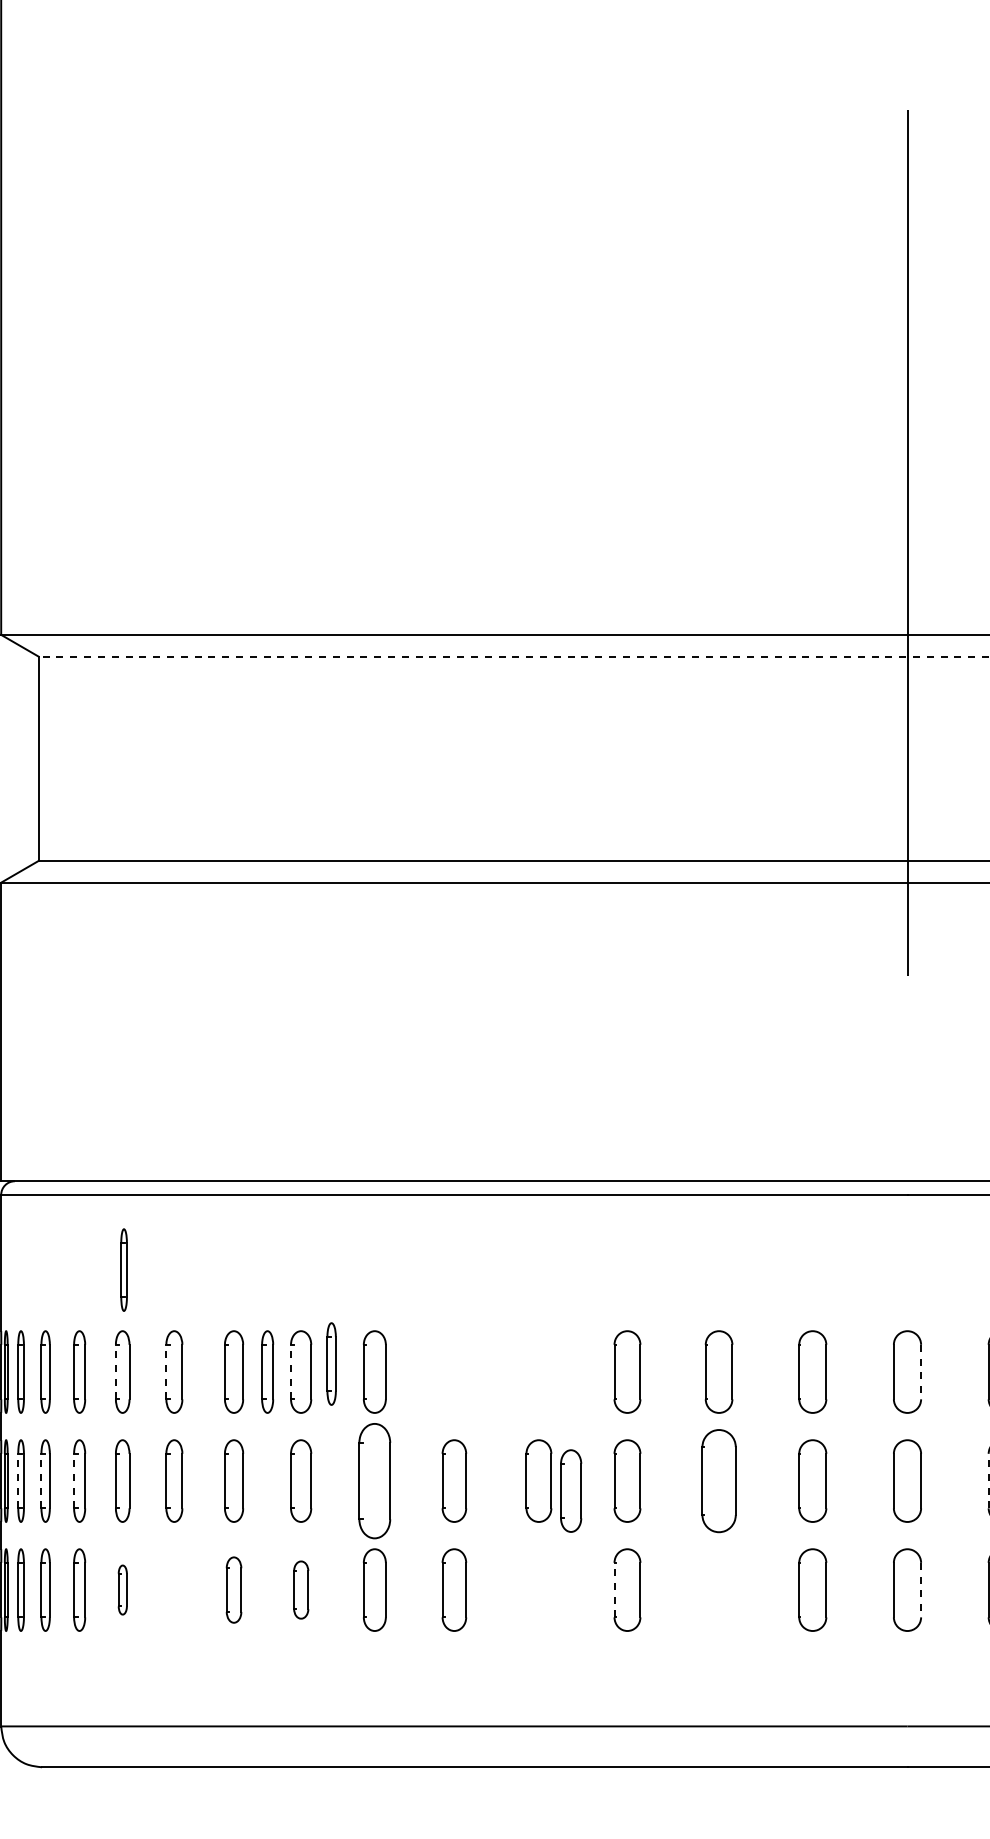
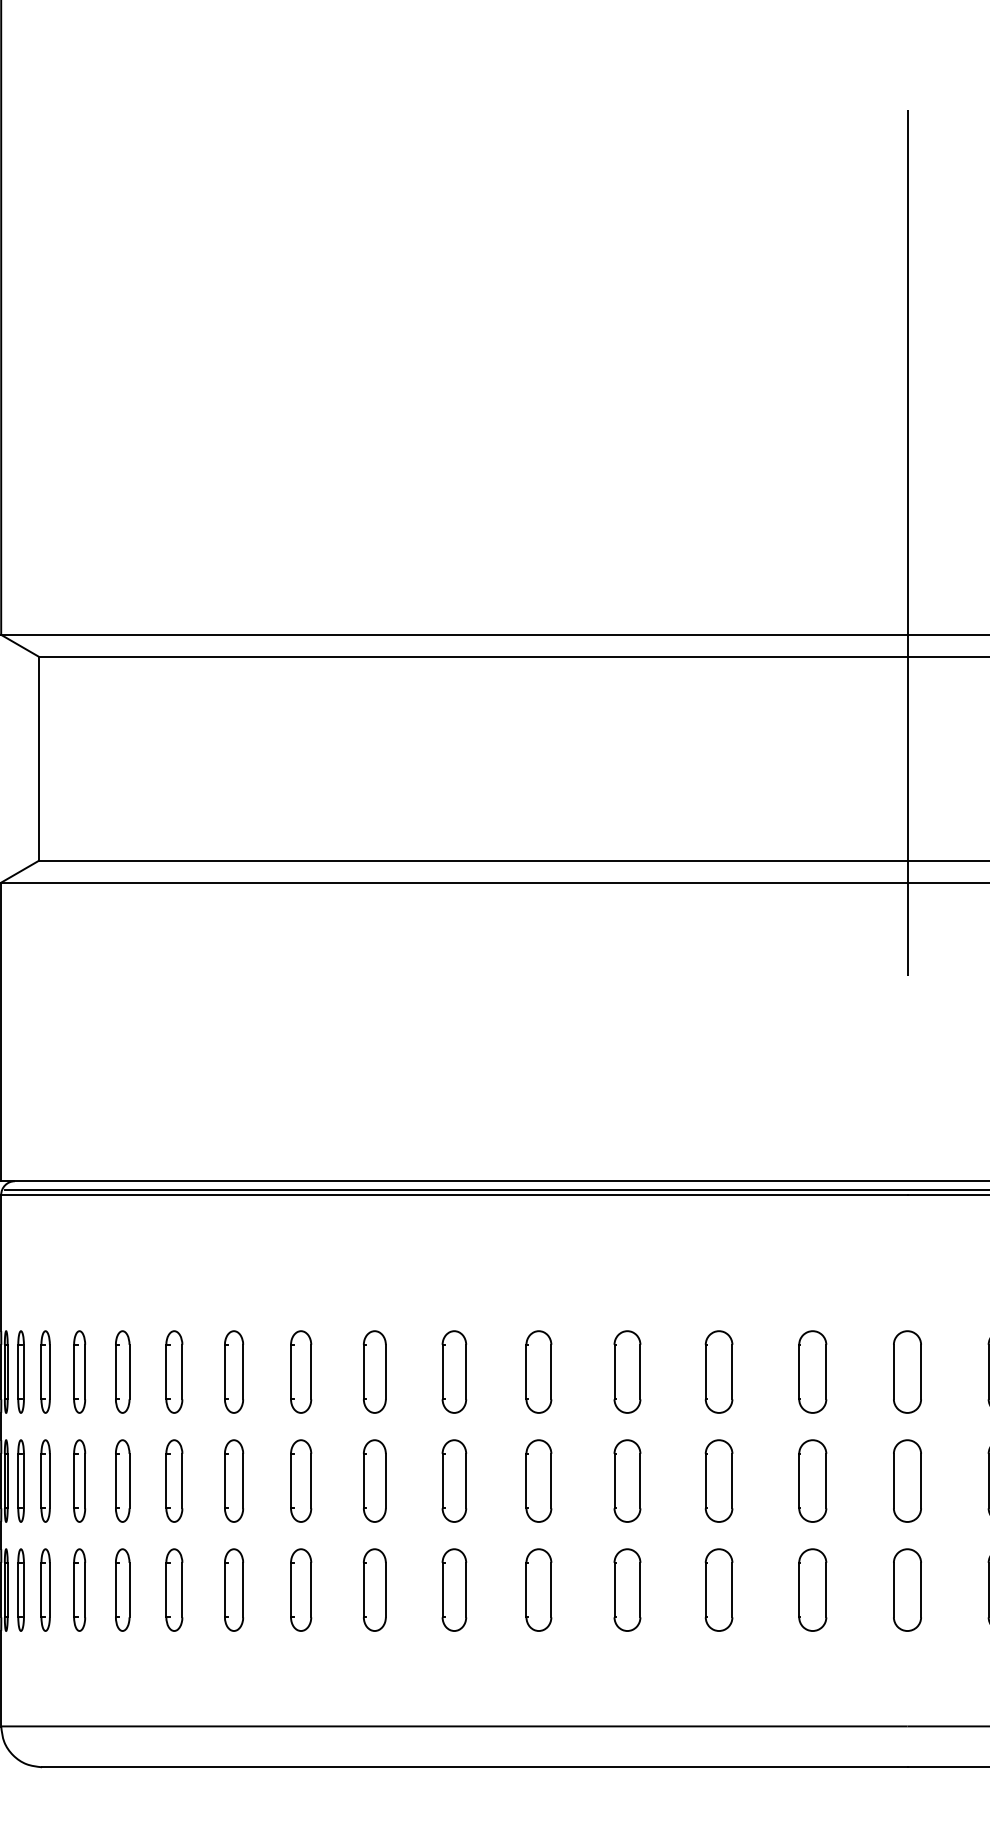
line at (513, 656): dashed -> solid
line at (495, 1189): none -> present
part at (123, 1269): present -> none
part at (331, 1363): present -> none
line at (115, 1371): dashed -> solid
line at (166, 1371): dashed -> solid
part at (267, 1371): present -> none
line at (291, 1371): dashed -> solid
part at (454, 1371): none -> present
part at (538, 1371): none -> present
line at (921, 1372): dashed -> solid
line at (18, 1480): dashed -> solid
line at (41, 1480): dashed -> solid
line at (74, 1480): dashed -> solid
line at (988, 1480): dashed -> solid
part at (374, 1481) size: 34x117 px -> 24x84 px
part at (718, 1481) size: 36x105 px -> 30x84 px
part at (571, 1490): present -> none
part at (122, 1589) size: 11x52 px -> 16x84 px
part at (174, 1589): none -> present
part at (233, 1589) size: 18x68 px -> 20x84 px
part at (301, 1589) size: 17x60 px -> 23x84 px
part at (538, 1589): none -> present
line at (614, 1589): dashed -> solid
part at (718, 1589): none -> present
line at (921, 1590): dashed -> solid
